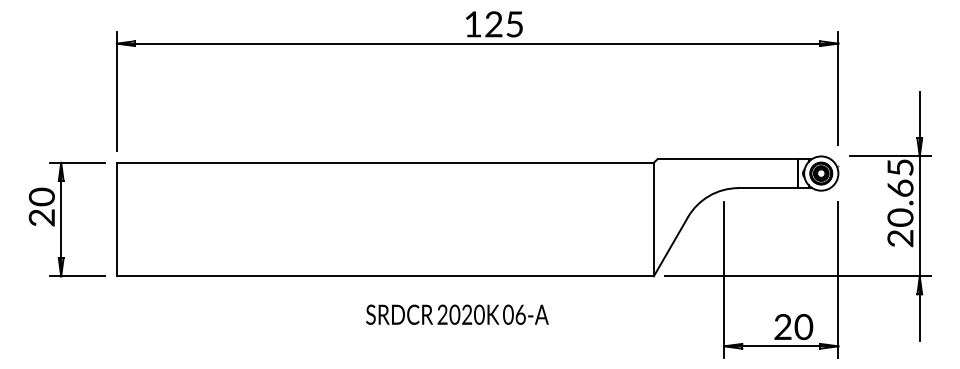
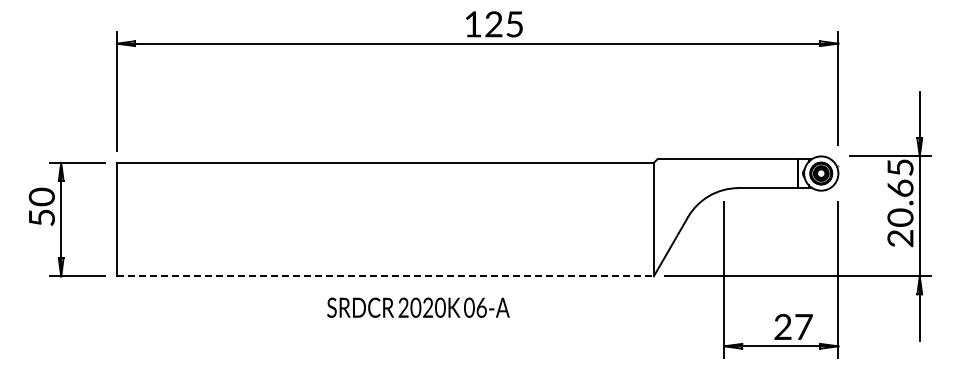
text at (41, 217): 20 -> 50
line at (385, 276): solid -> dashed
text at (457, 314) position: (457, 314) -> (418, 307)
text at (803, 327): 20 -> 27
